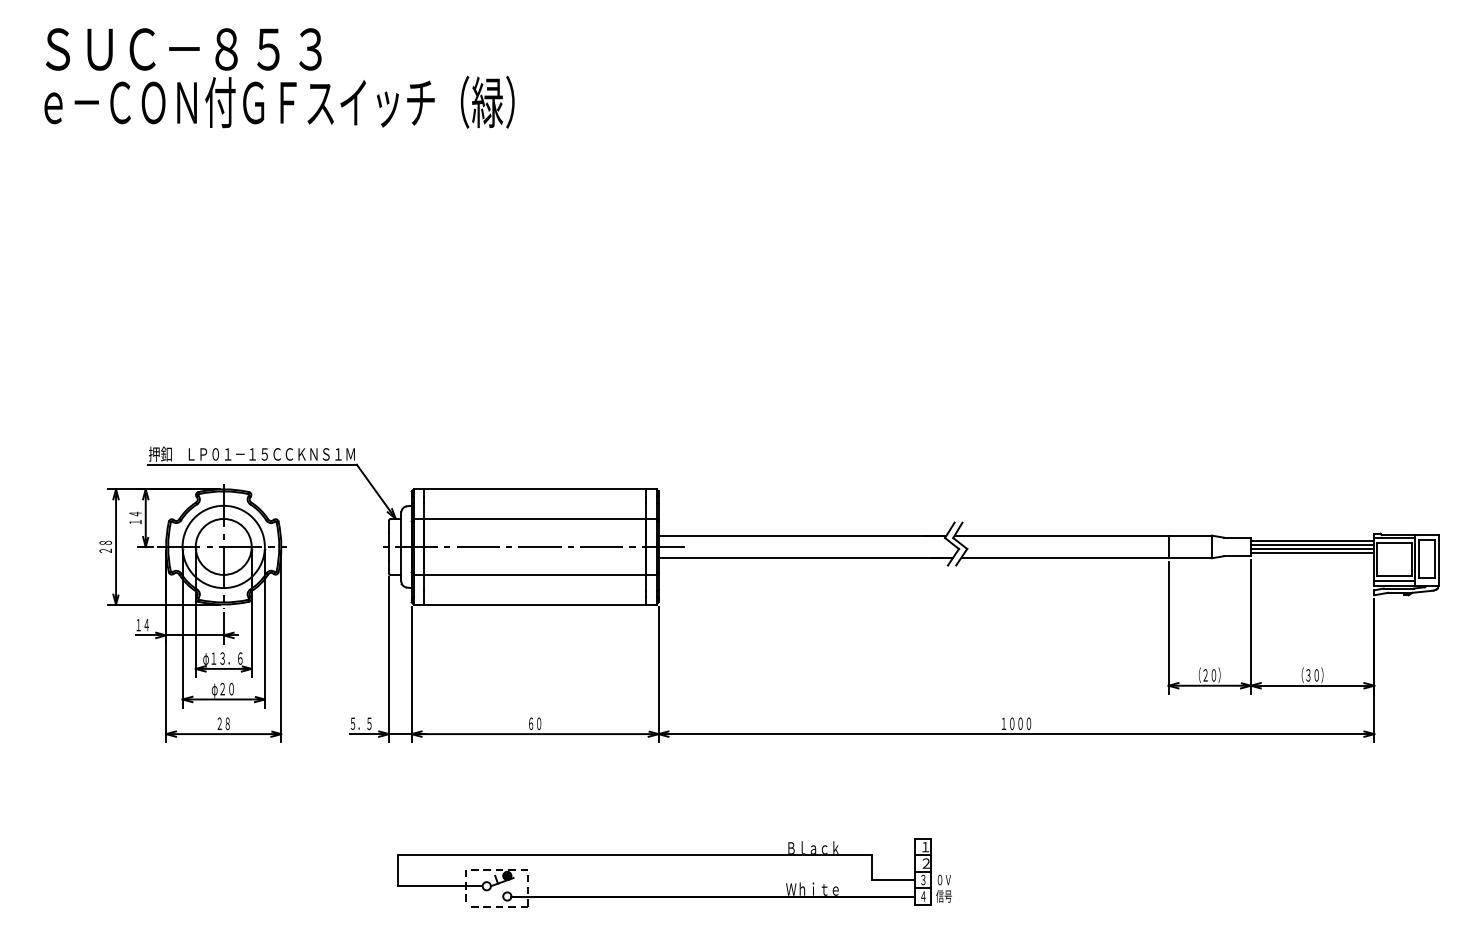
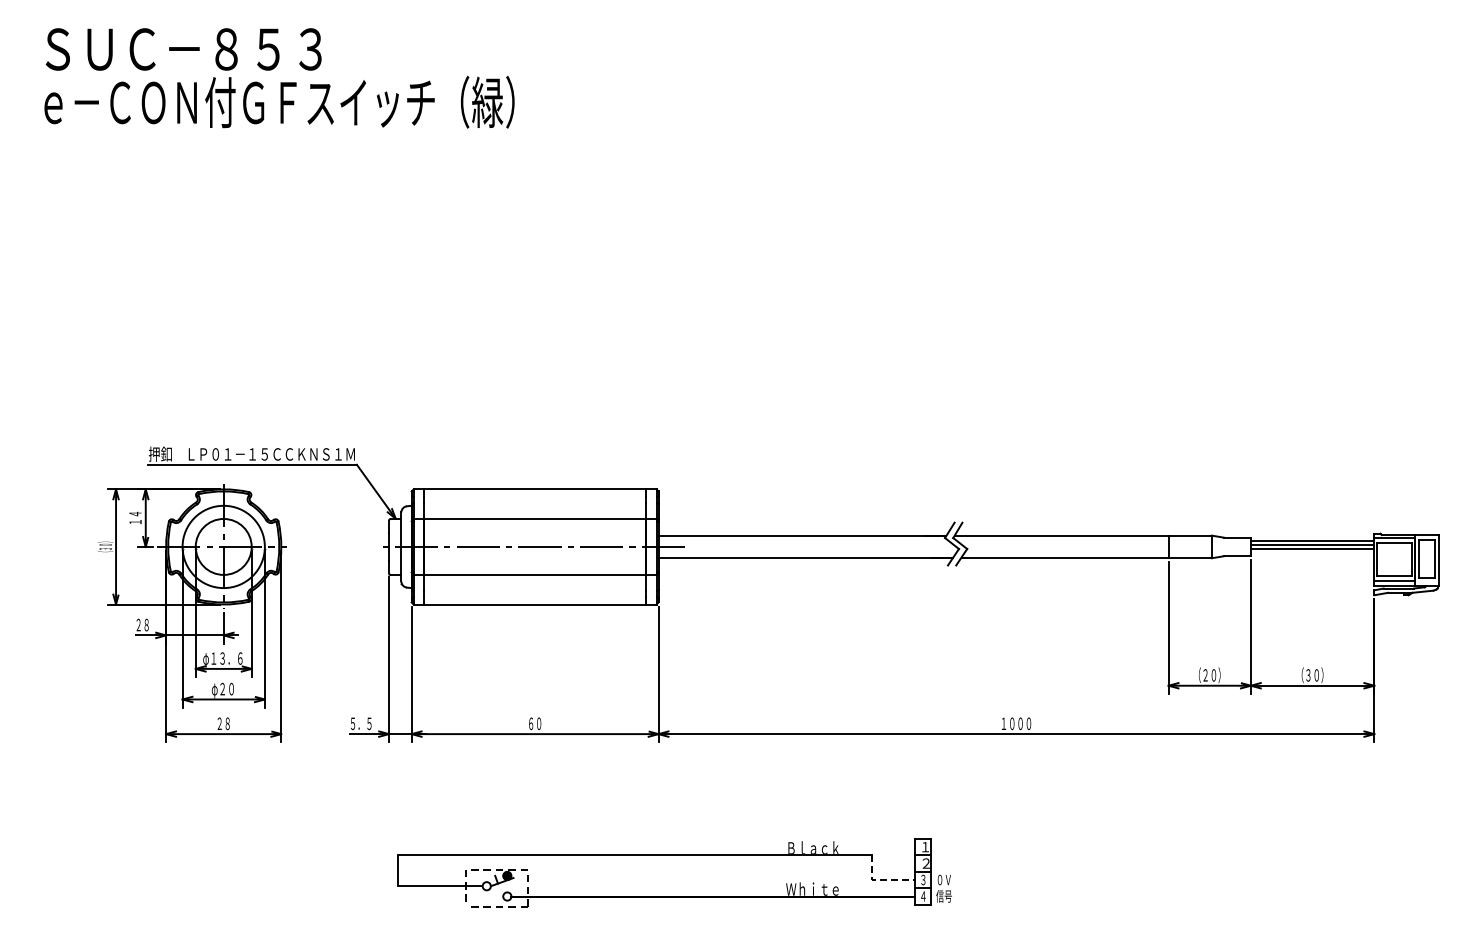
text at (105, 546): ２８ -> （３０）
line at (1311, 552): present -> none
text at (142, 624): １４ -> ２８
line at (880, 880): solid -> dashed
